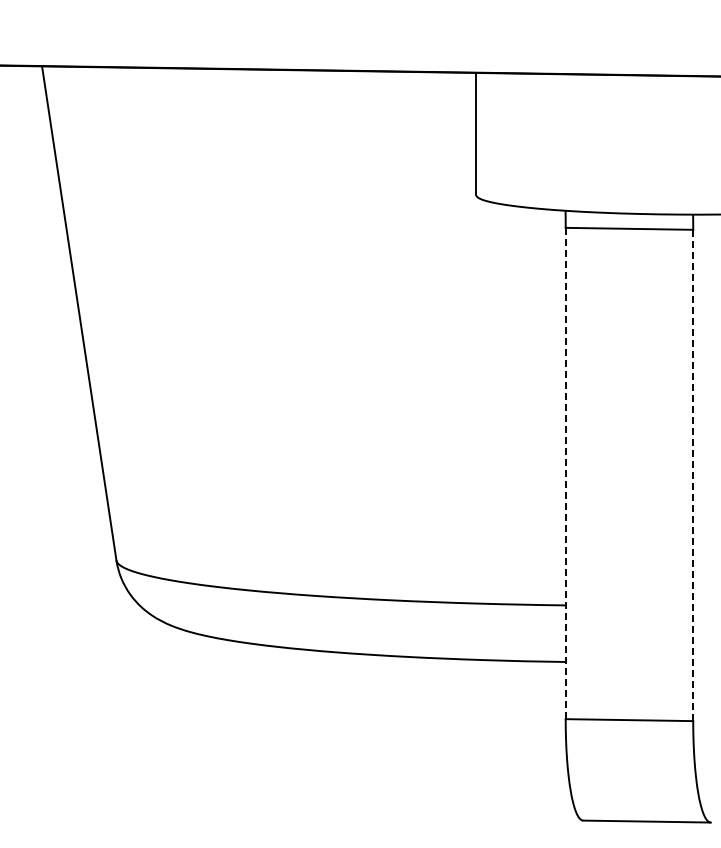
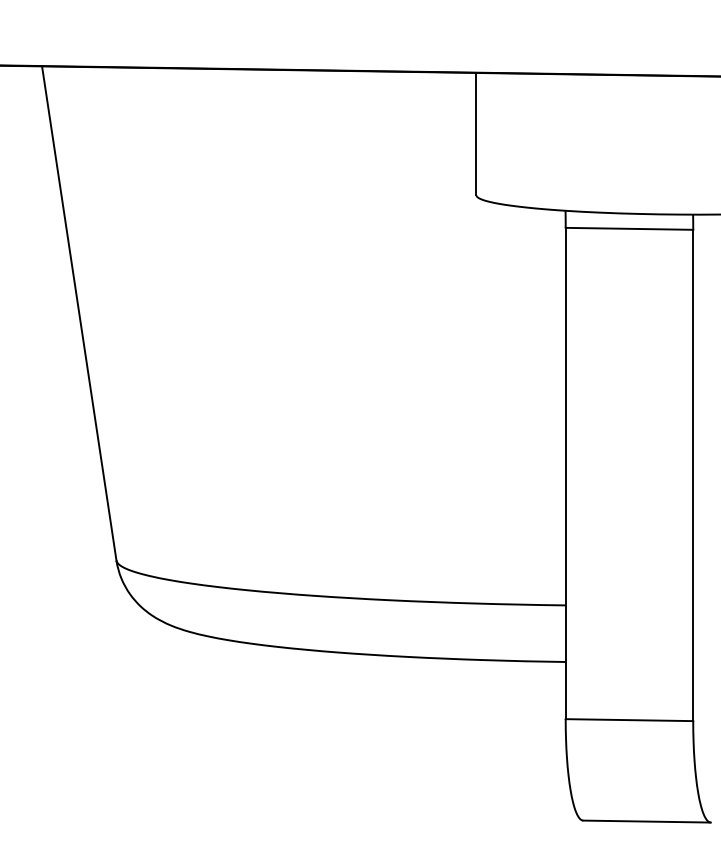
line at (565, 473): dashed -> solid
line at (693, 475): dashed -> solid
